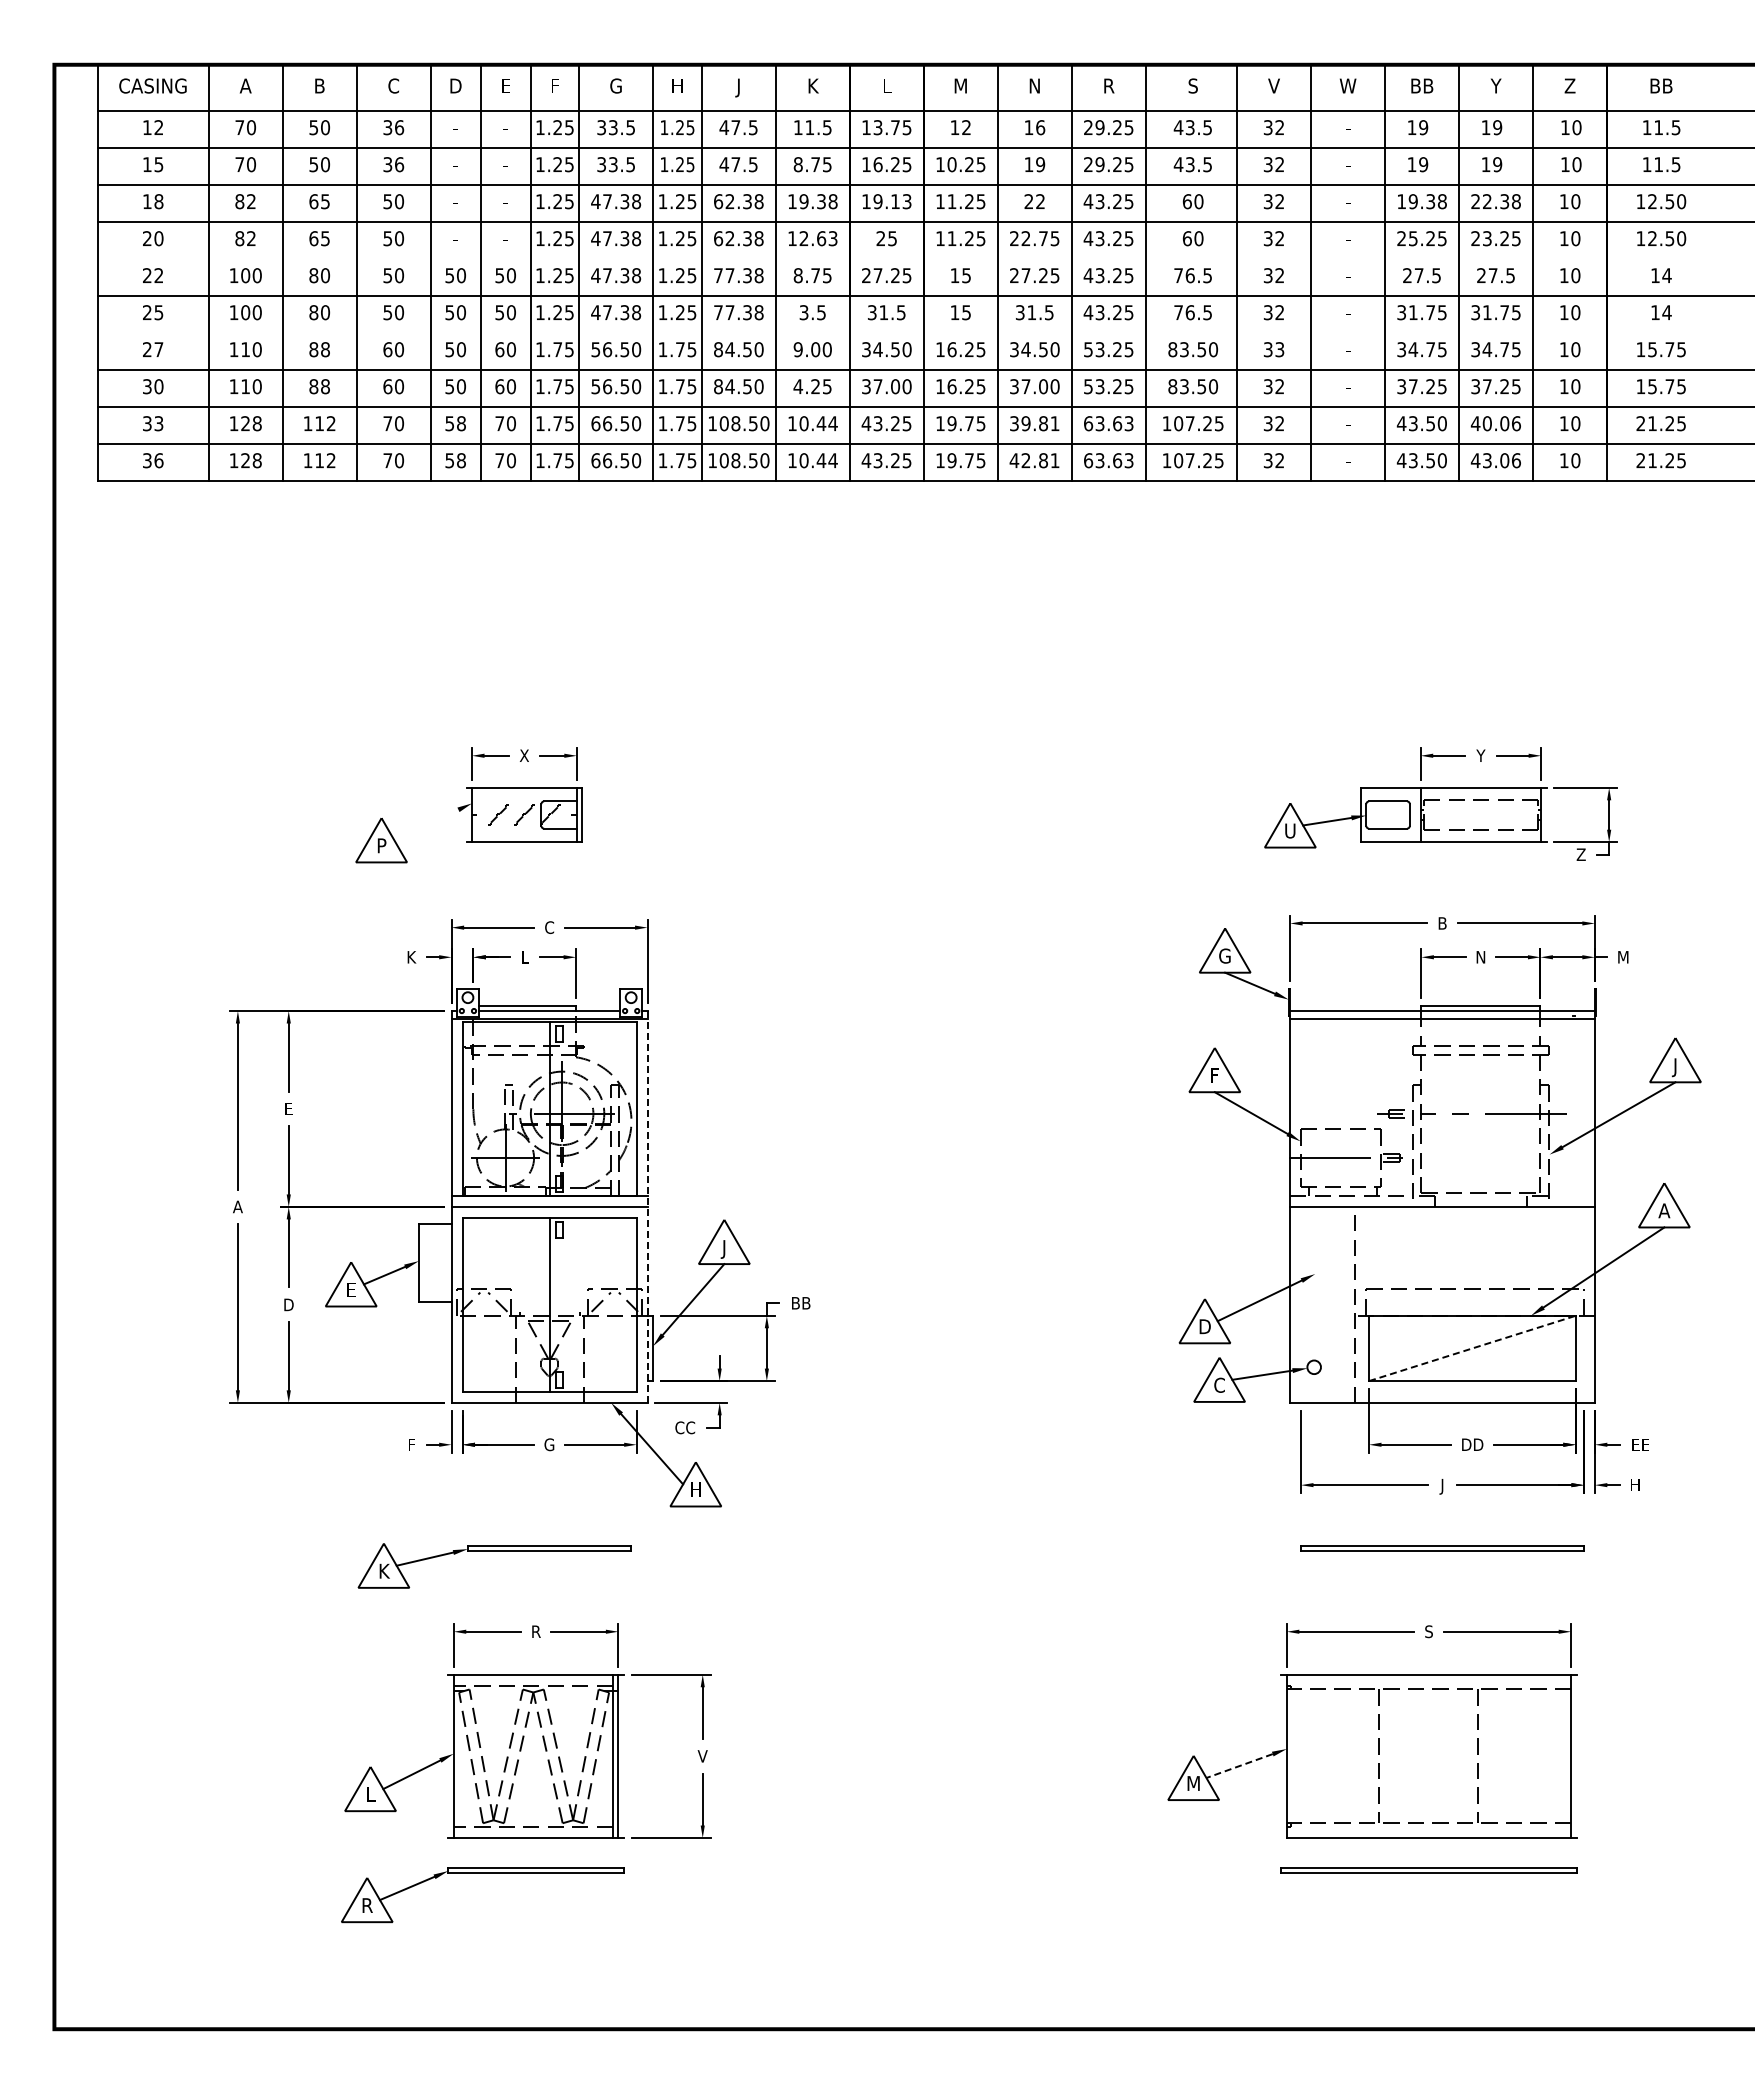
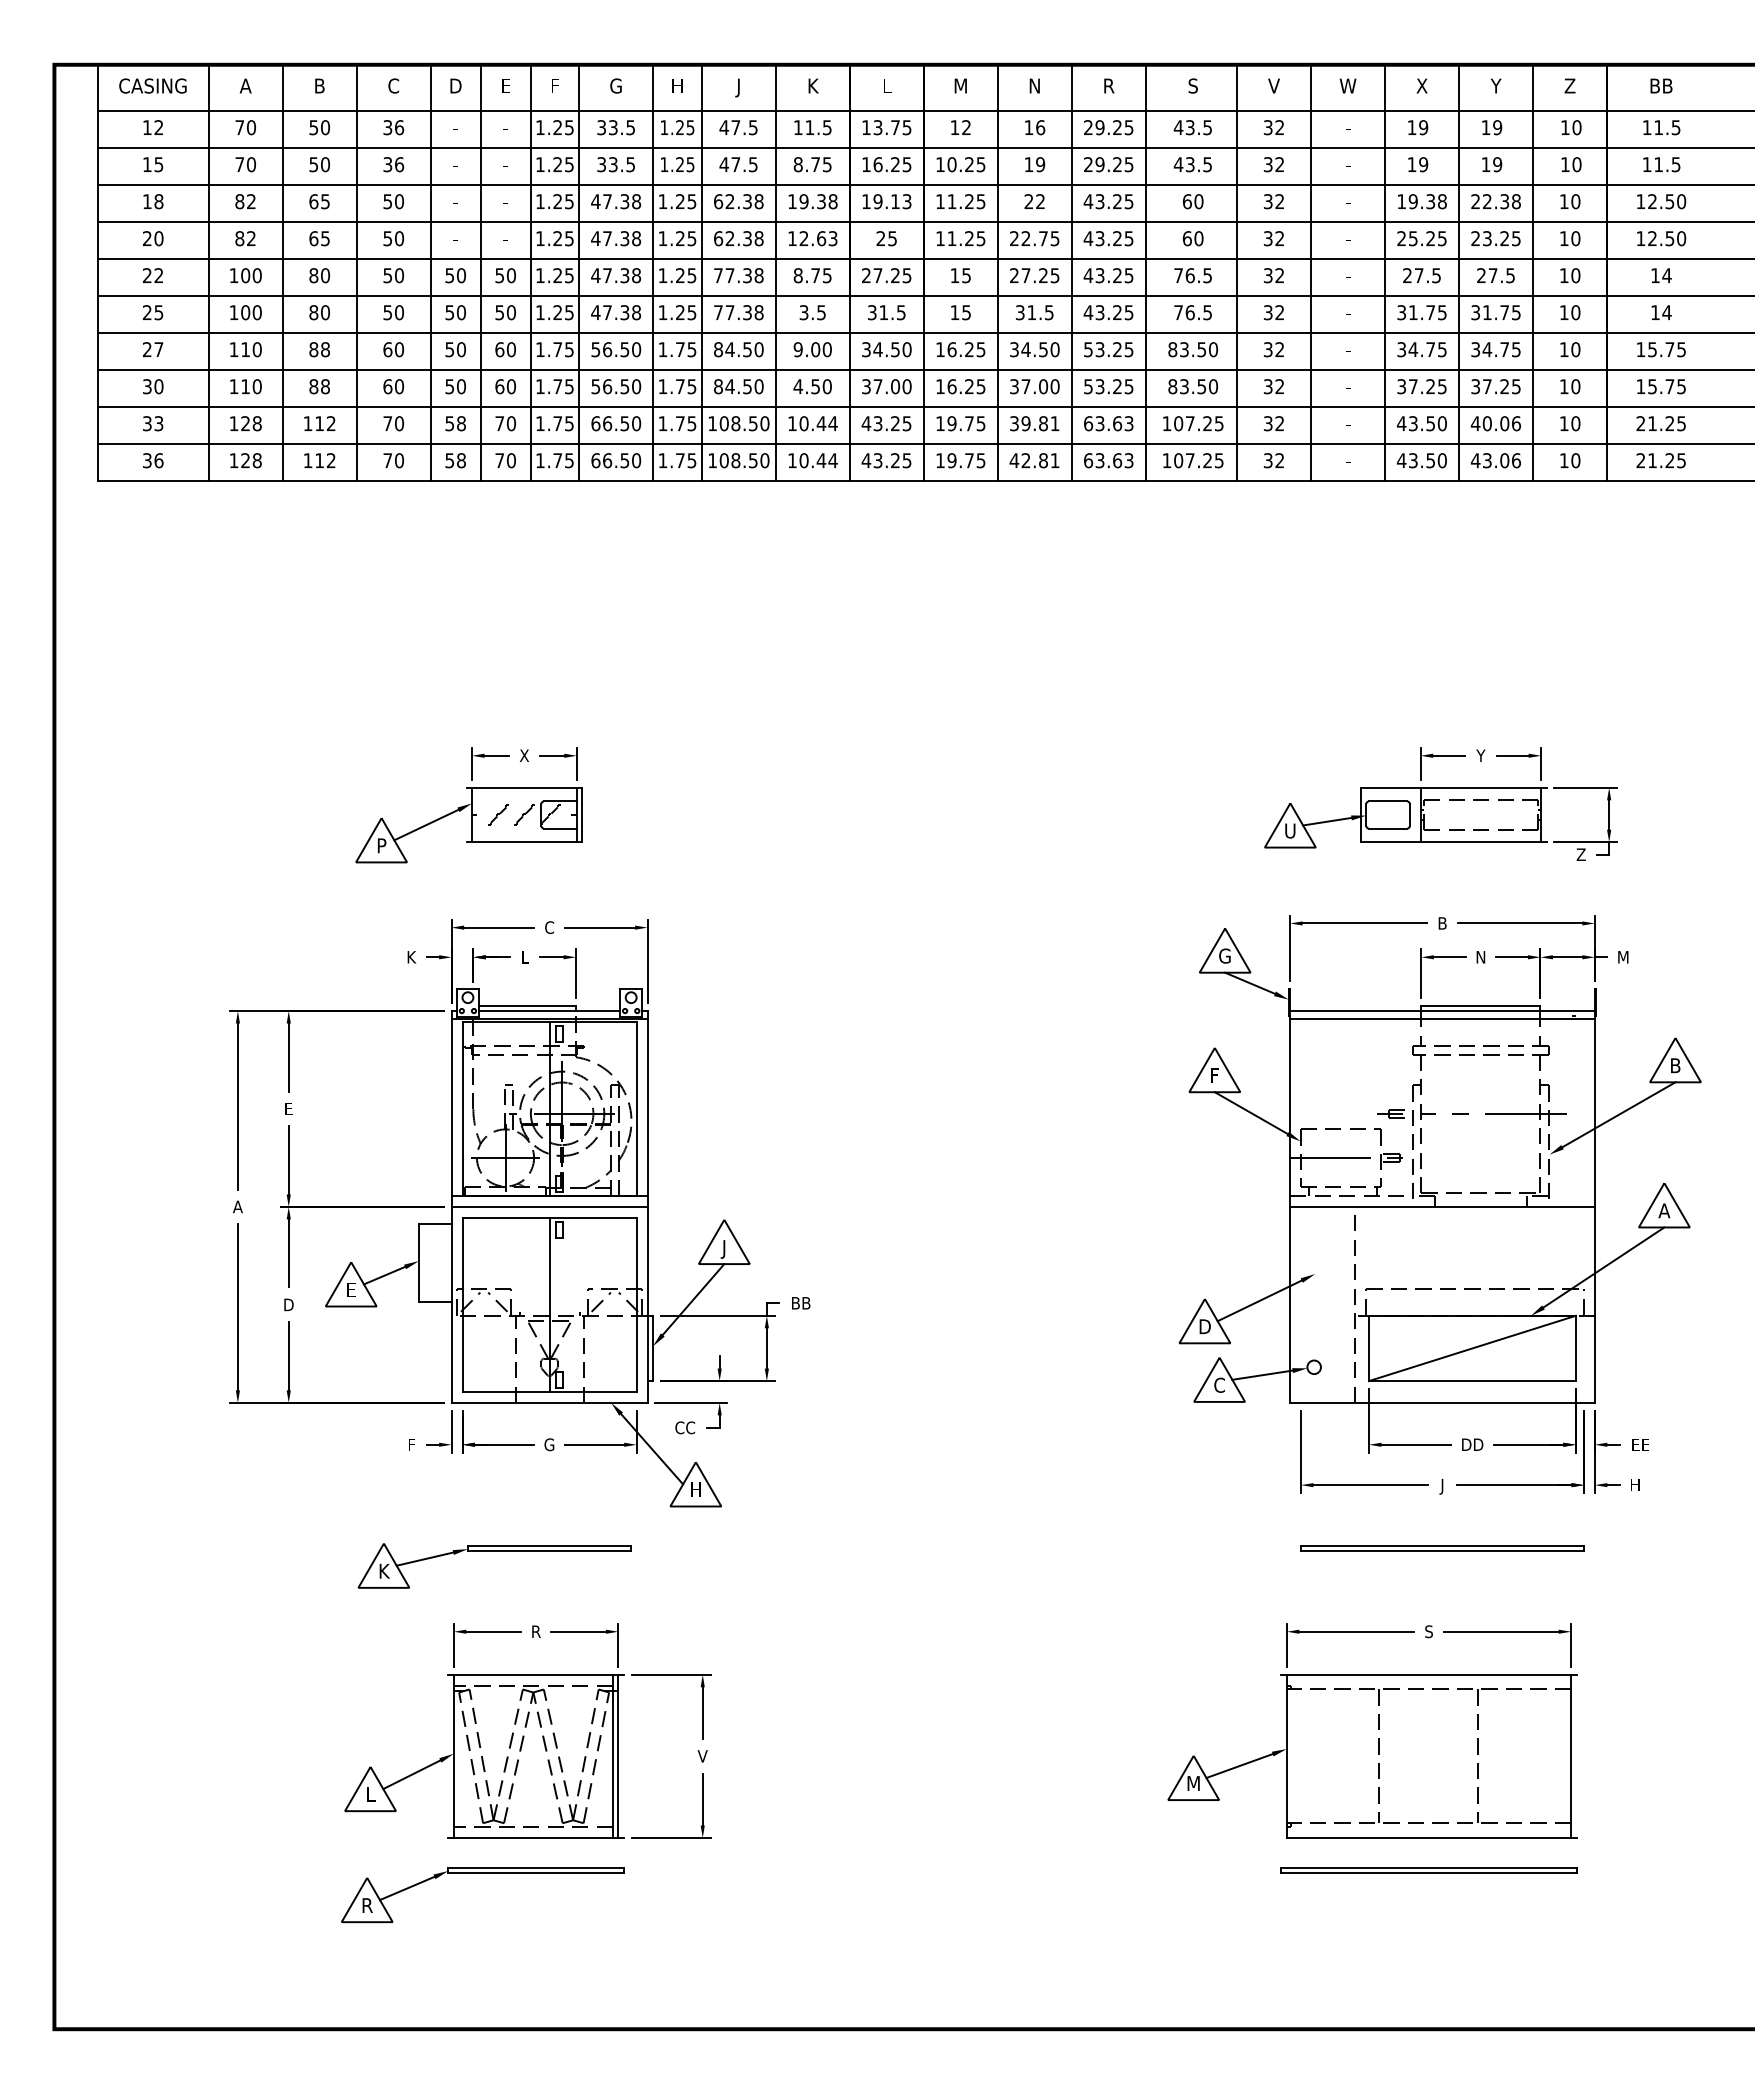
text at (1422, 85): BB -> X
line at (924, 259): none -> present
line at (924, 333): none -> present
text at (1279, 349): 33 -> 32
text at (821, 386): 4.25 -> 4.50
line at (426, 824): none -> present
text at (1675, 1067): J -> B
line at (647, 1206): dashed -> solid
line at (1472, 1348): dashed -> solid
line at (1239, 1766): dashed -> solid
